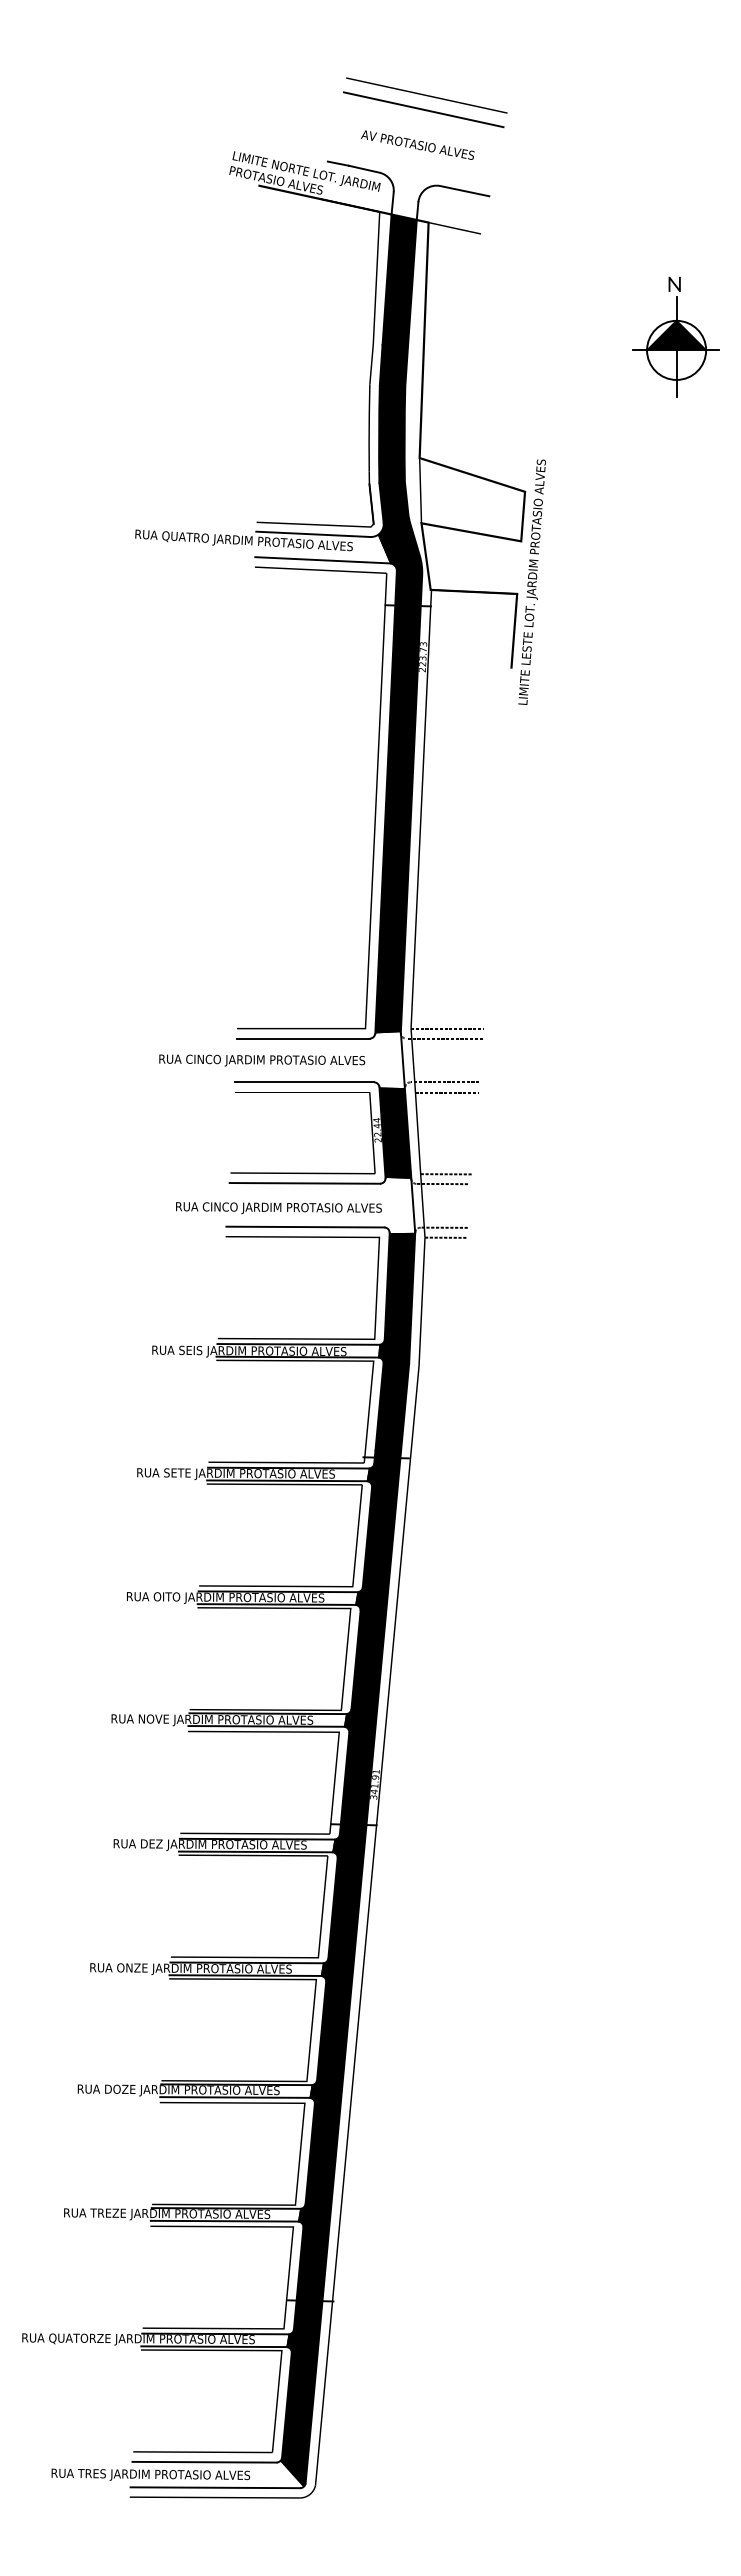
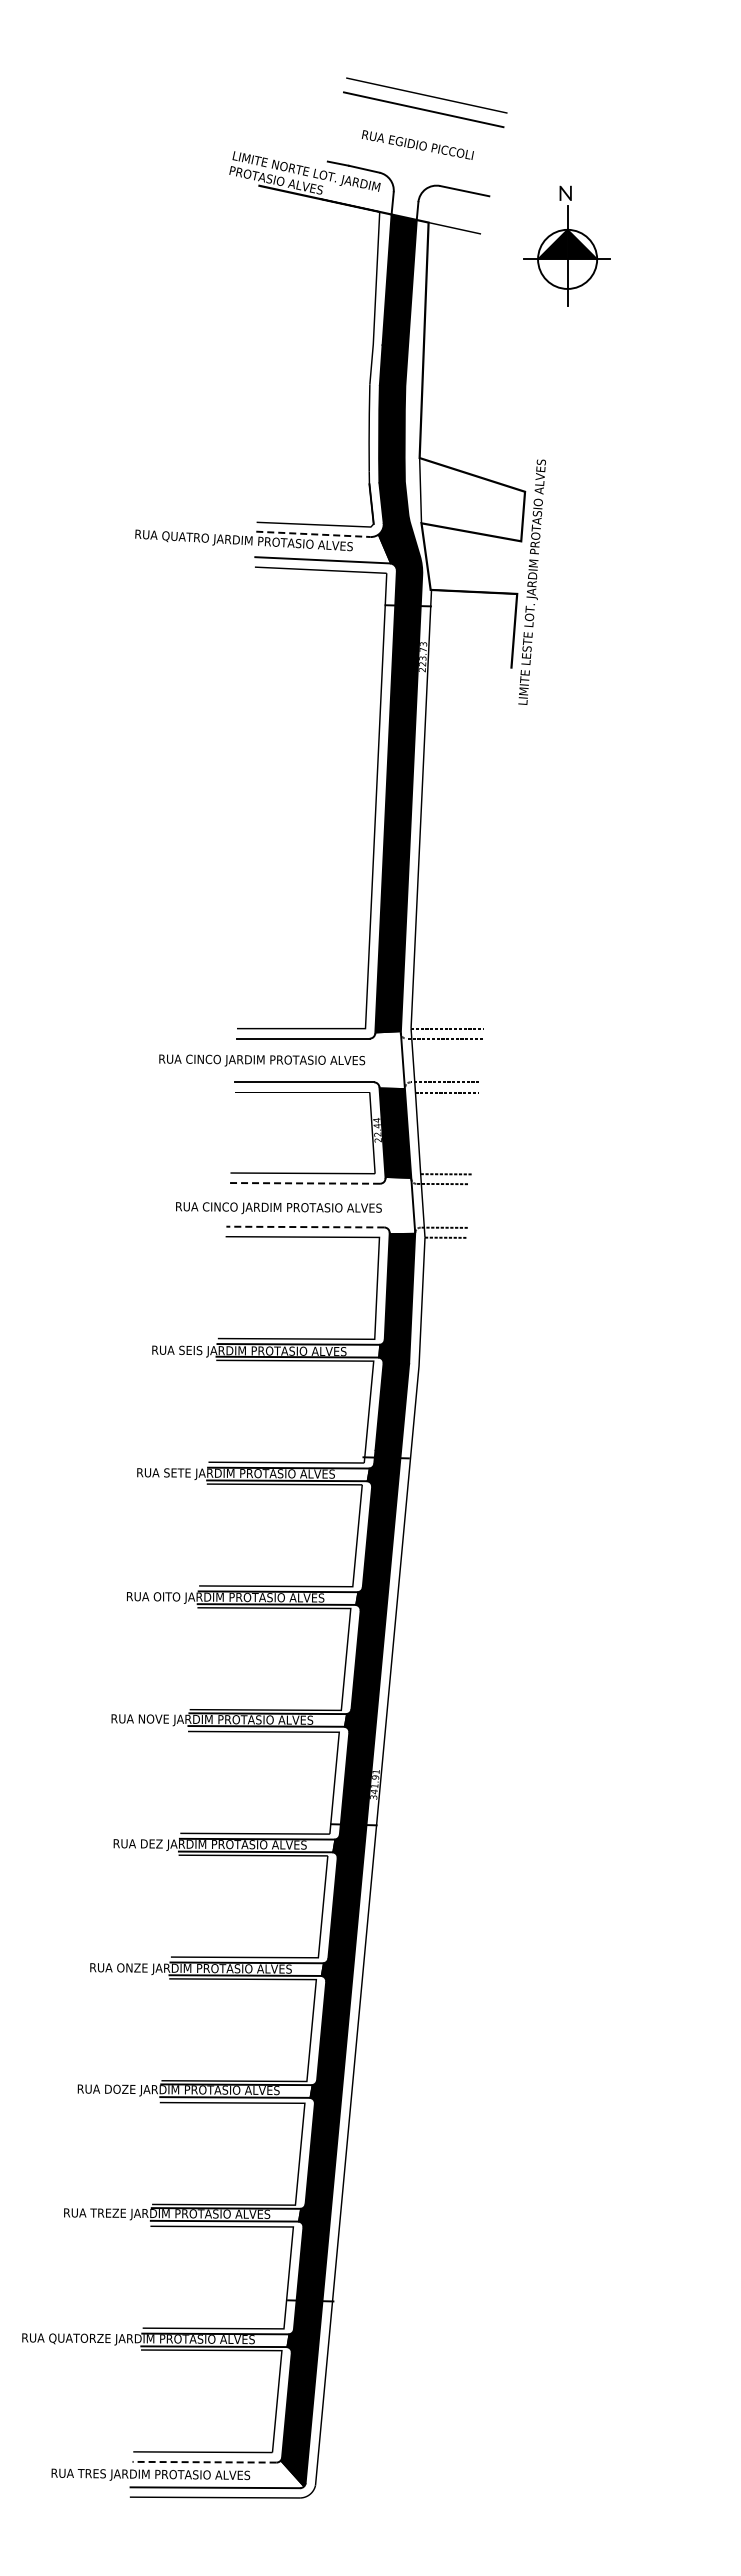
text at (417, 144): AV PROTASIO ALVES -> RUA EGIDIO PICCOLI
part at (675, 336) position: (675, 336) -> (566, 245)
line at (313, 534): solid -> dashed
line at (304, 1183): solid -> dashed
line at (305, 1227): solid -> dashed
line at (204, 2462): solid -> dashed
